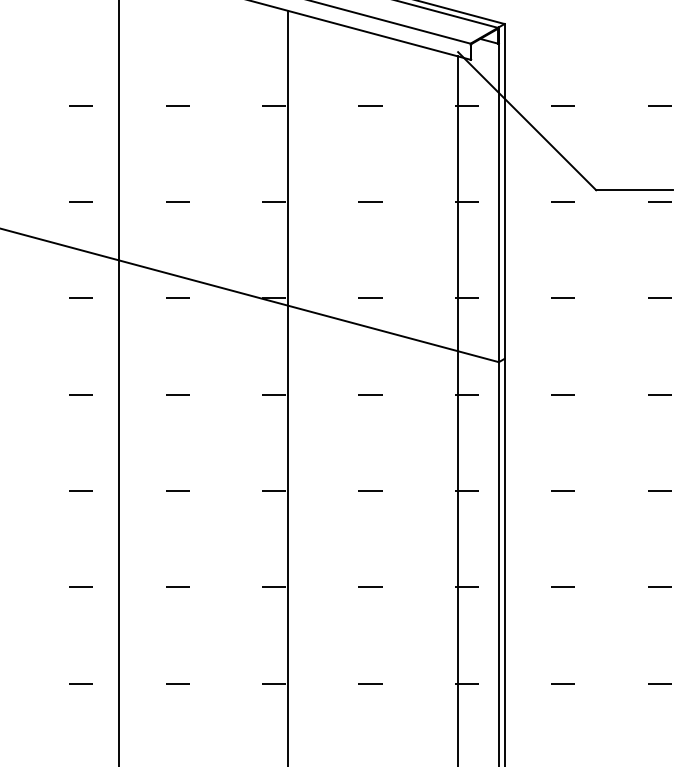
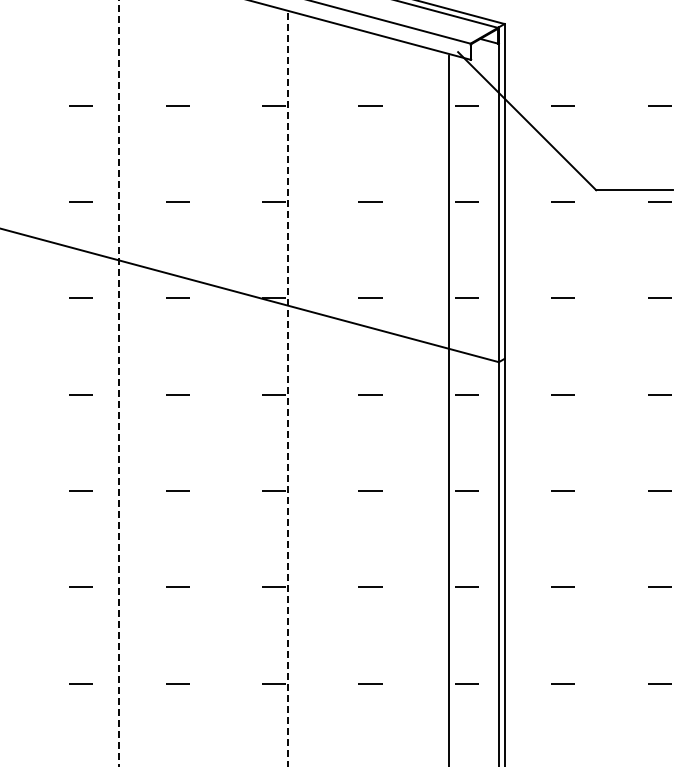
line at (119, 383): solid -> dashed
line at (288, 388): solid -> dashed
line at (457, 409) position: (457, 409) -> (448, 409)
